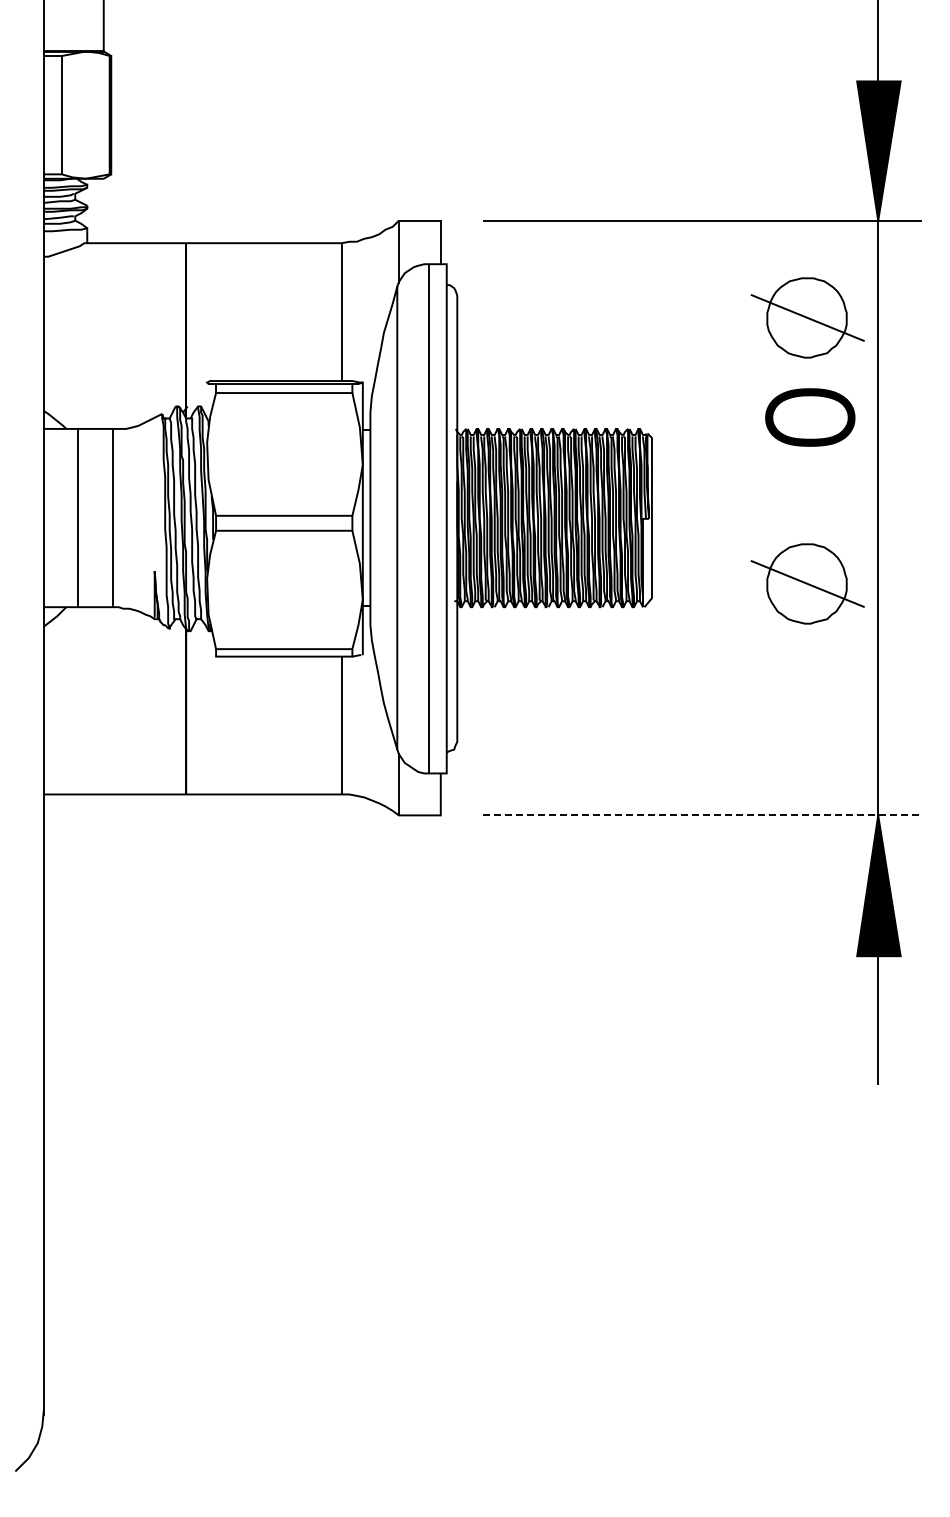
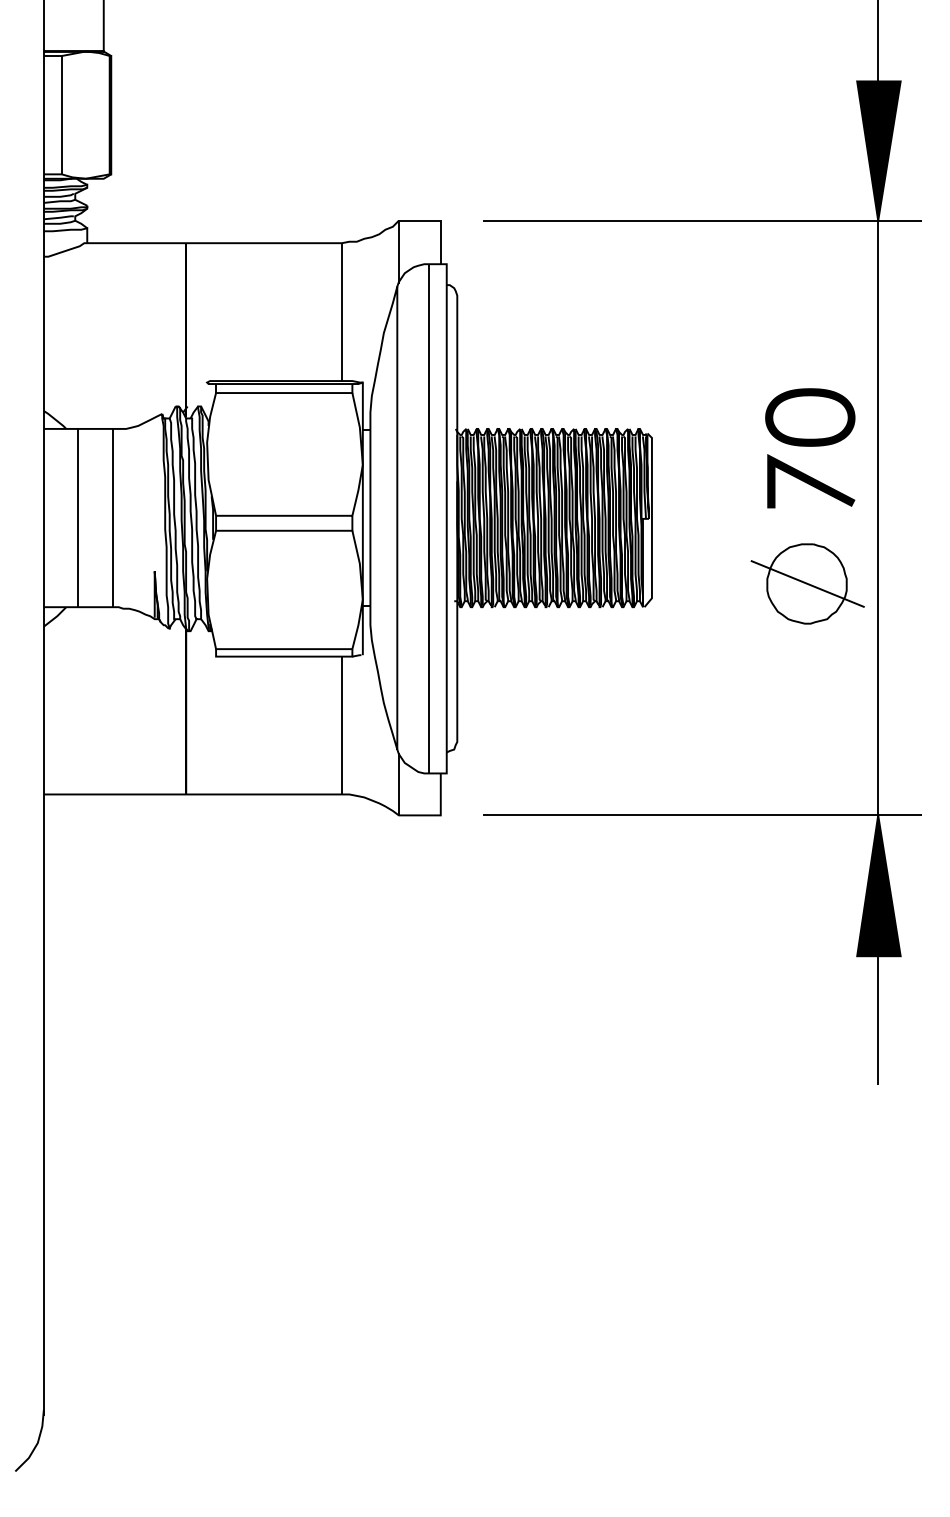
part at (807, 317): present -> none
part at (811, 481): none -> present
line at (702, 815): dashed -> solid
